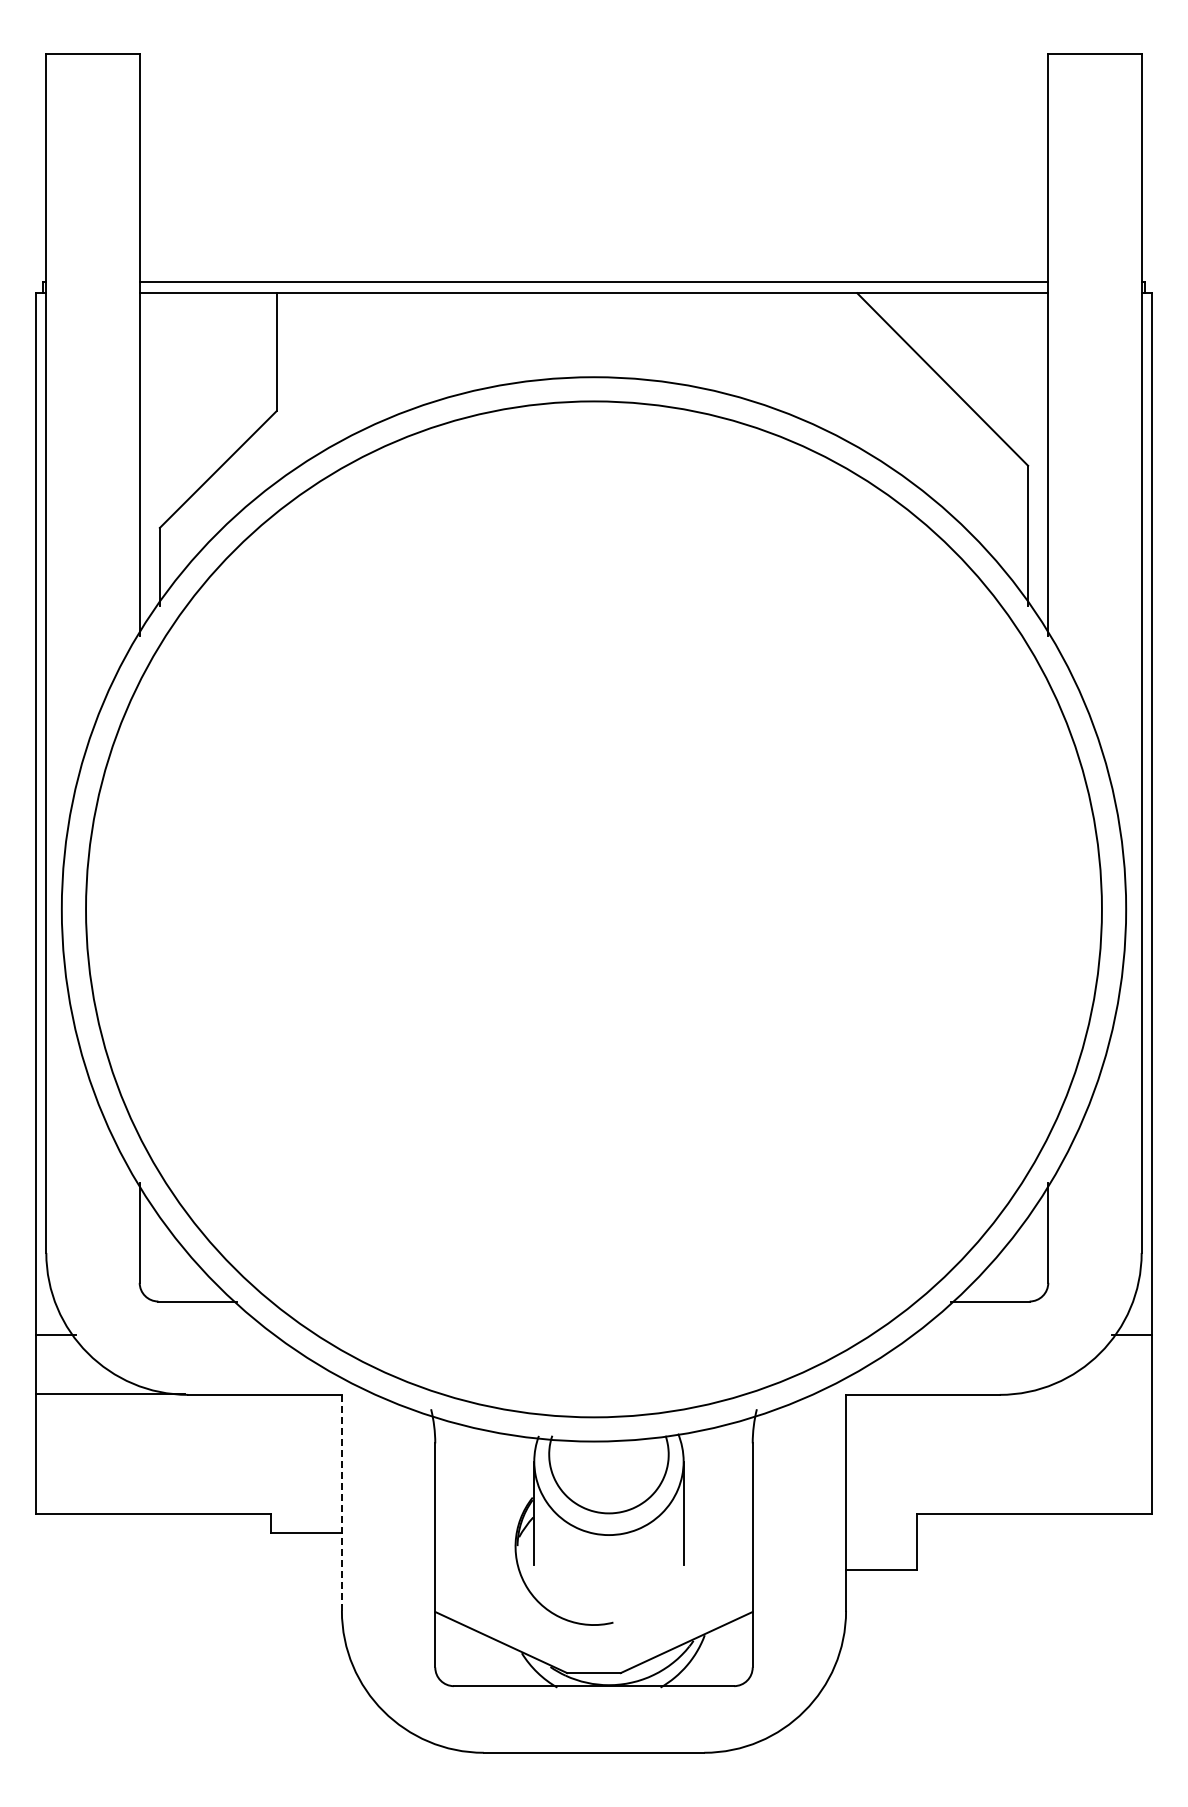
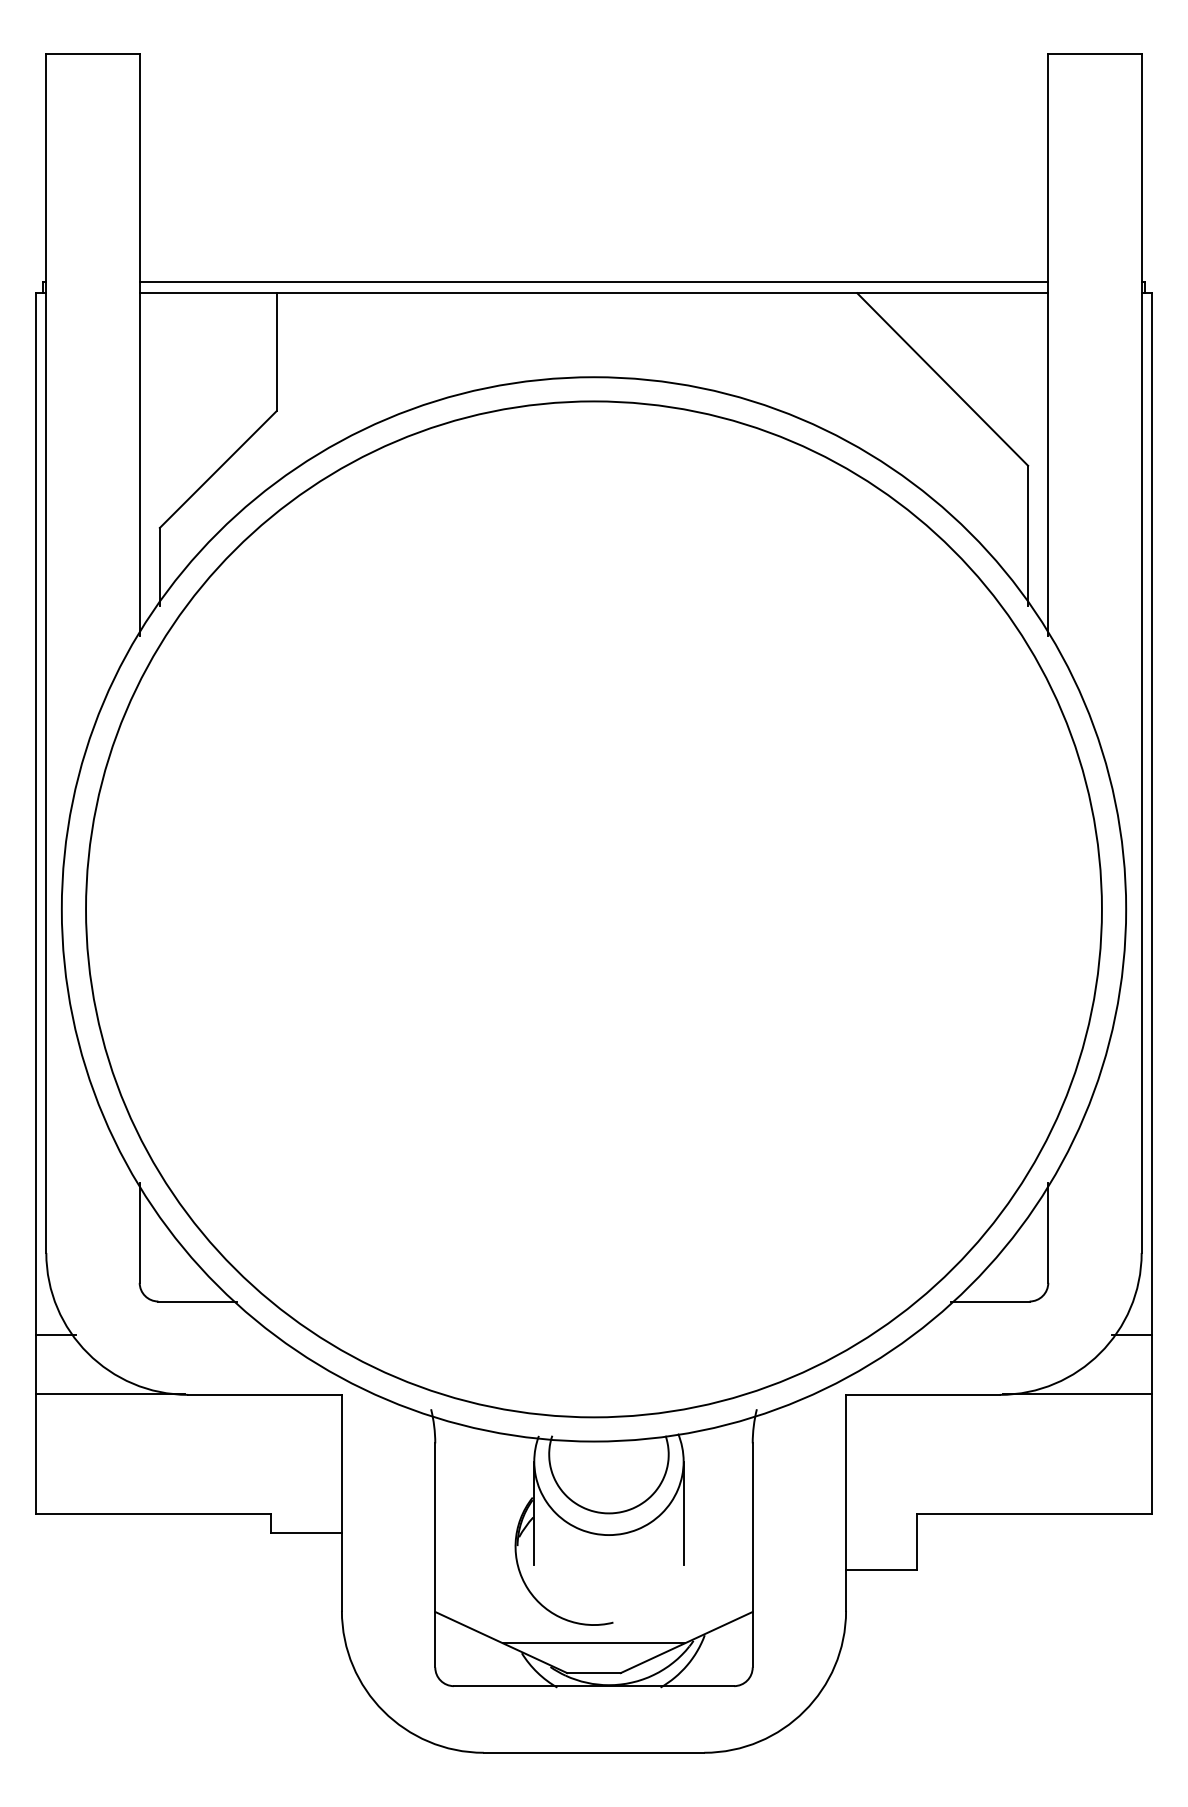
line at (1077, 1394): none -> present
line at (341, 1503): dashed -> solid
line at (593, 1643): none -> present
